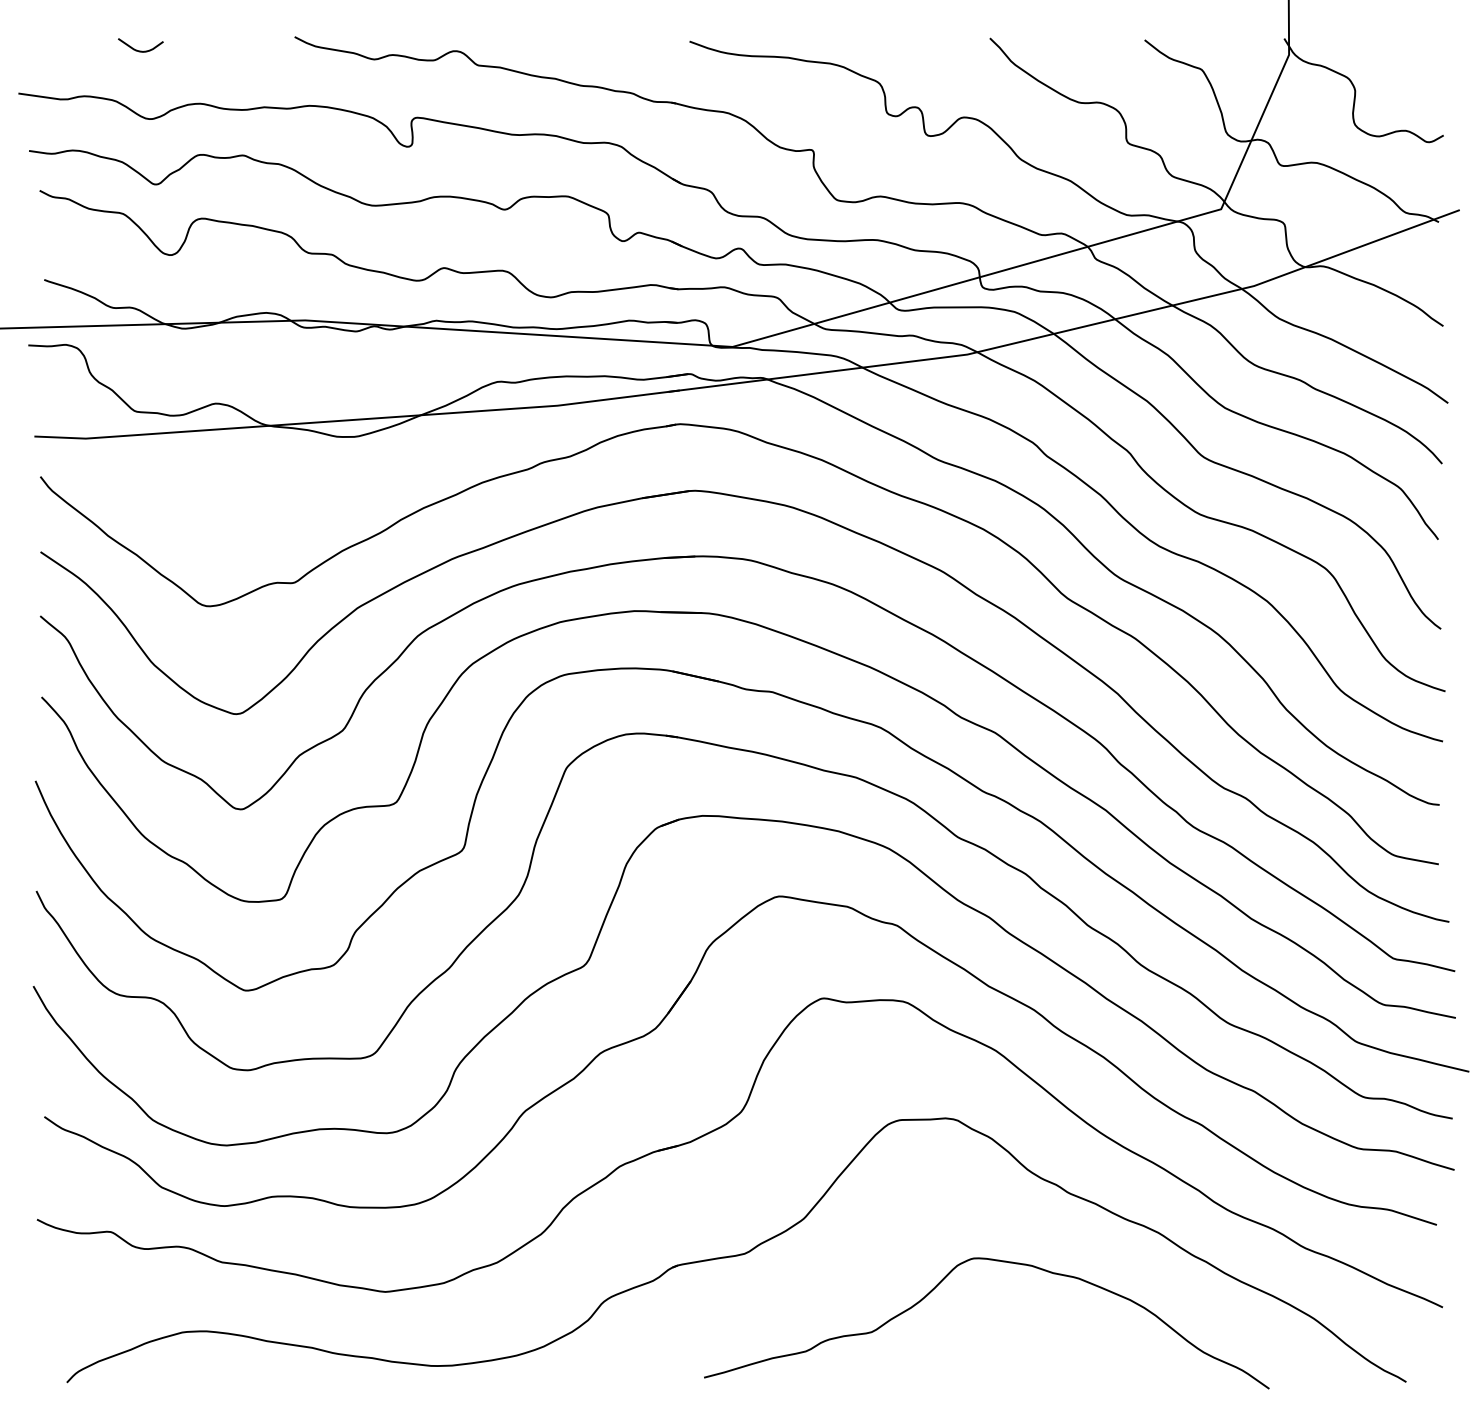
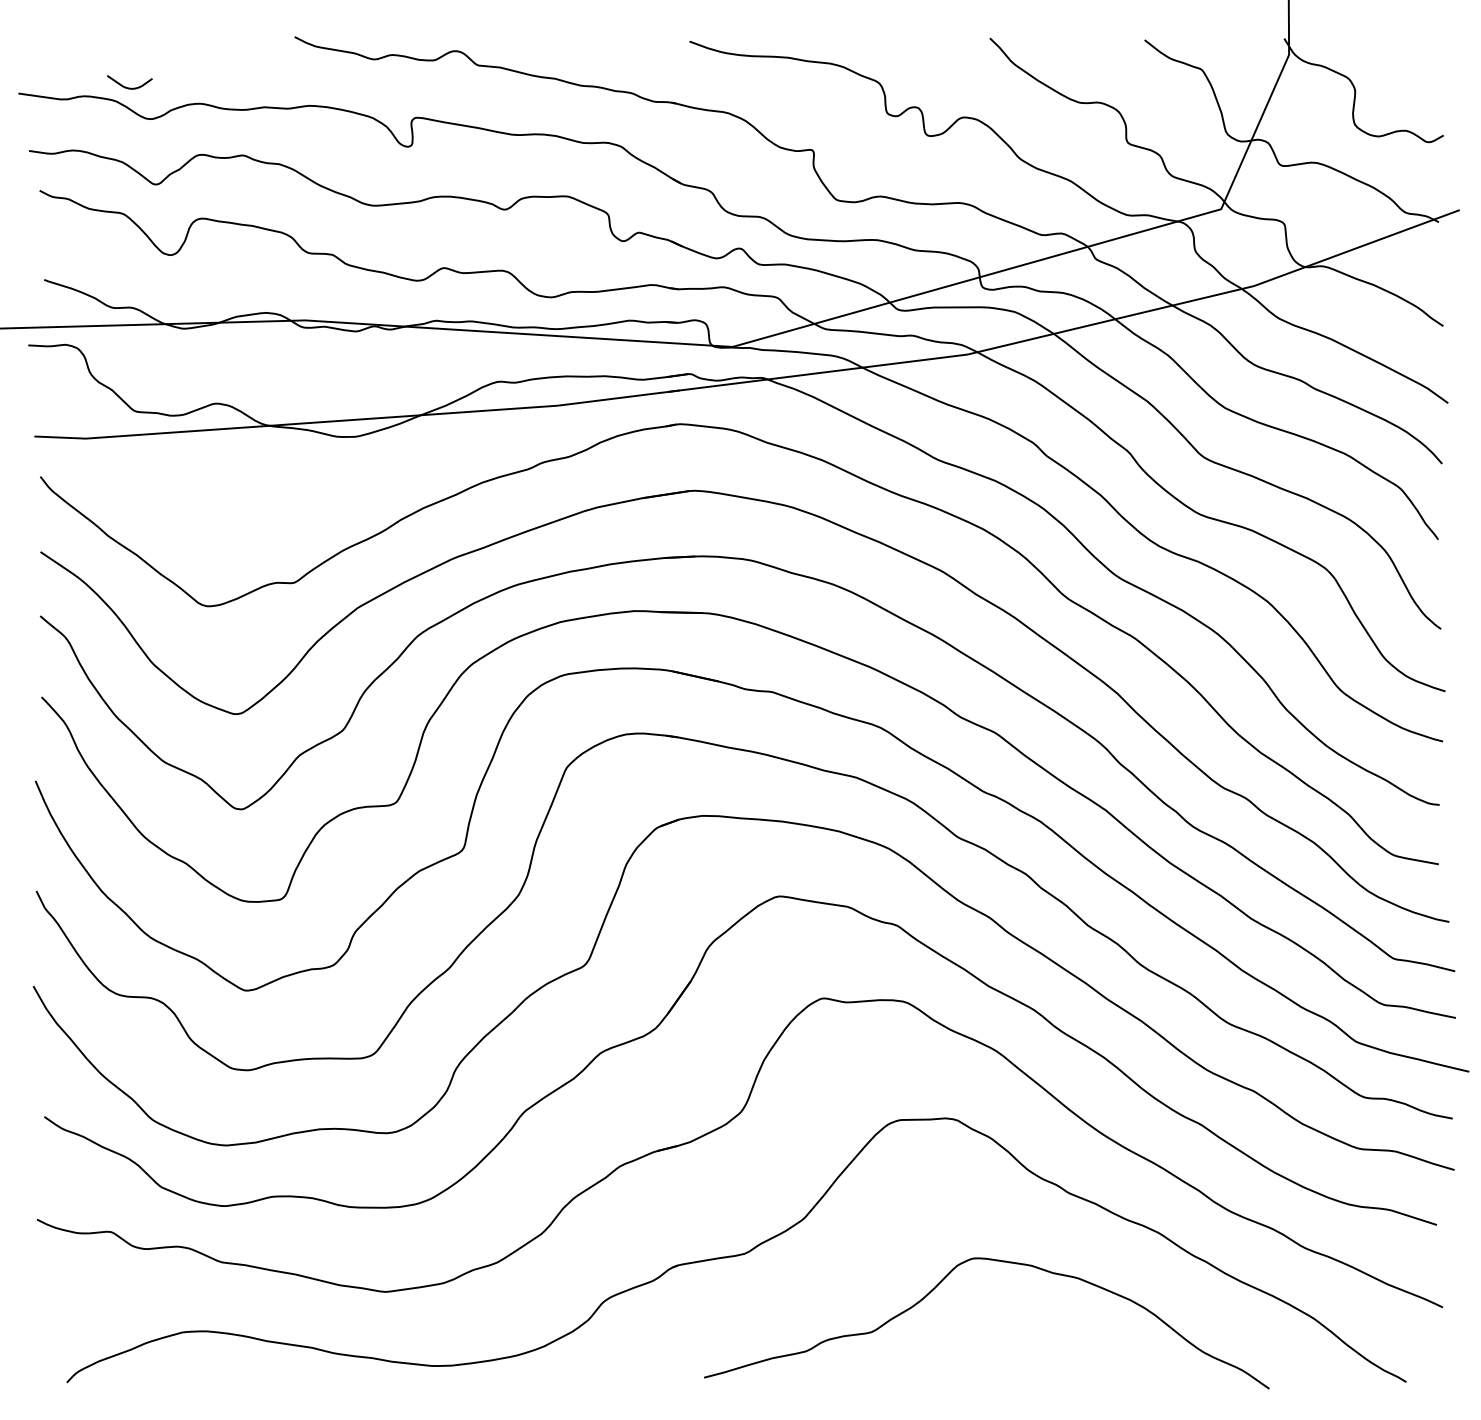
curve at (140, 50) position: (140, 50) -> (129, 87)
